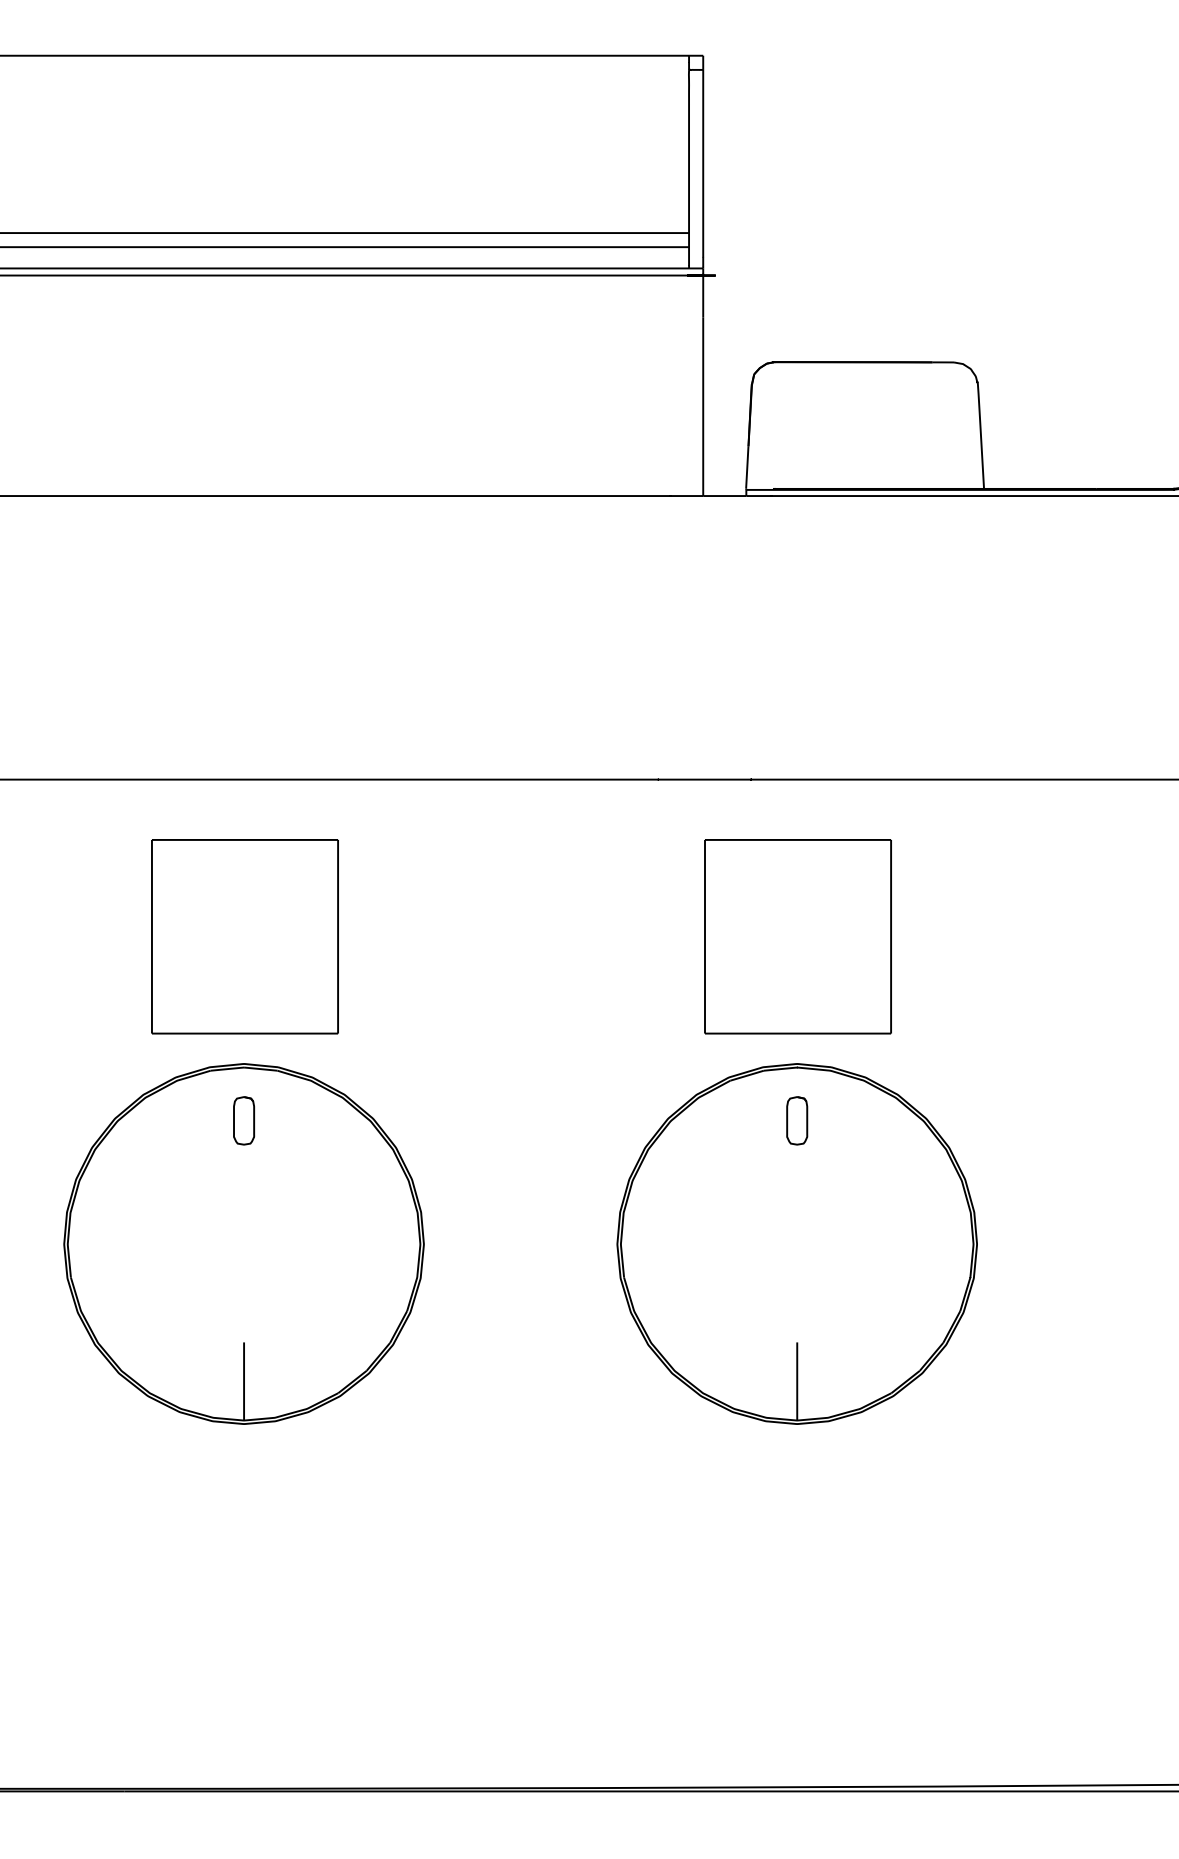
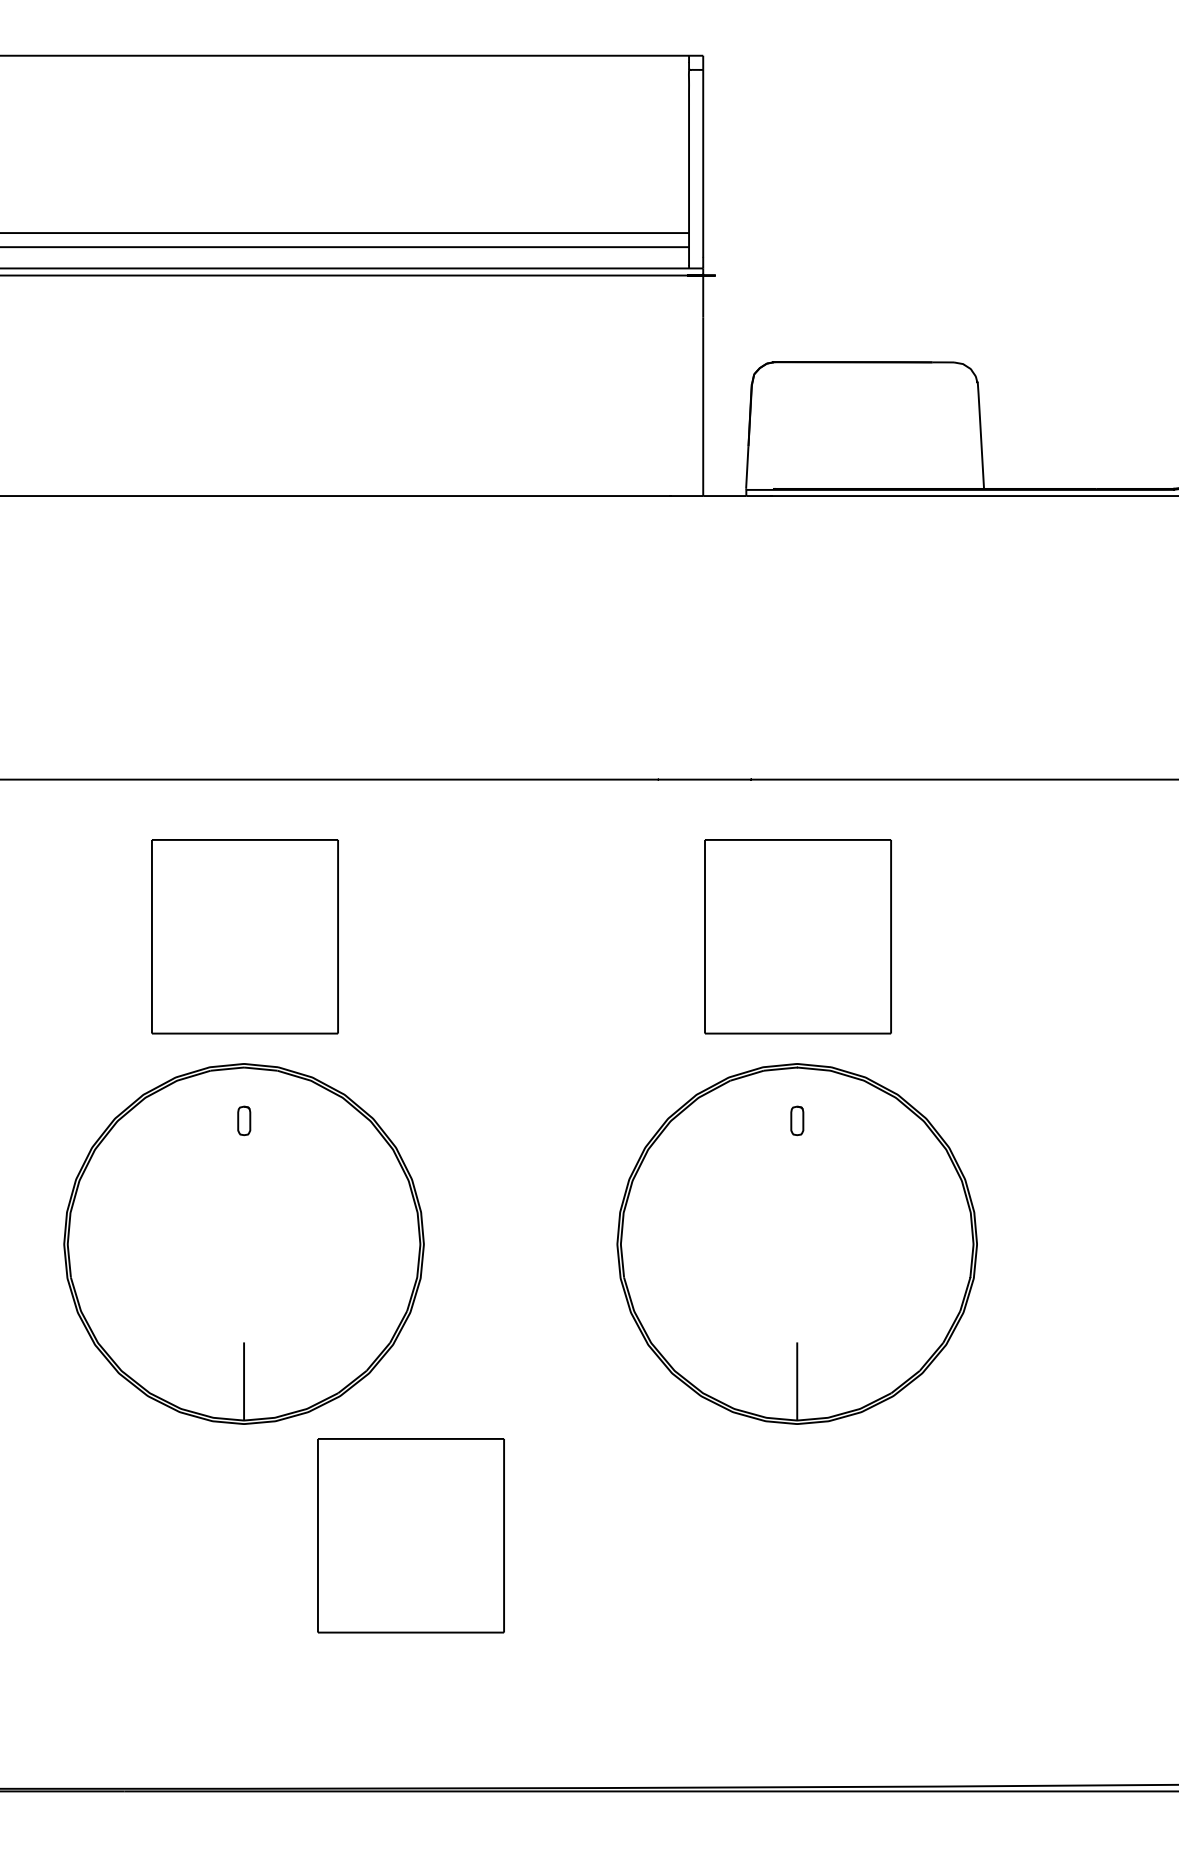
part at (244, 1120) size: 23x50 px -> 15x32 px
part at (797, 1120) size: 23x50 px -> 15x32 px
part at (410, 1535): none -> present
